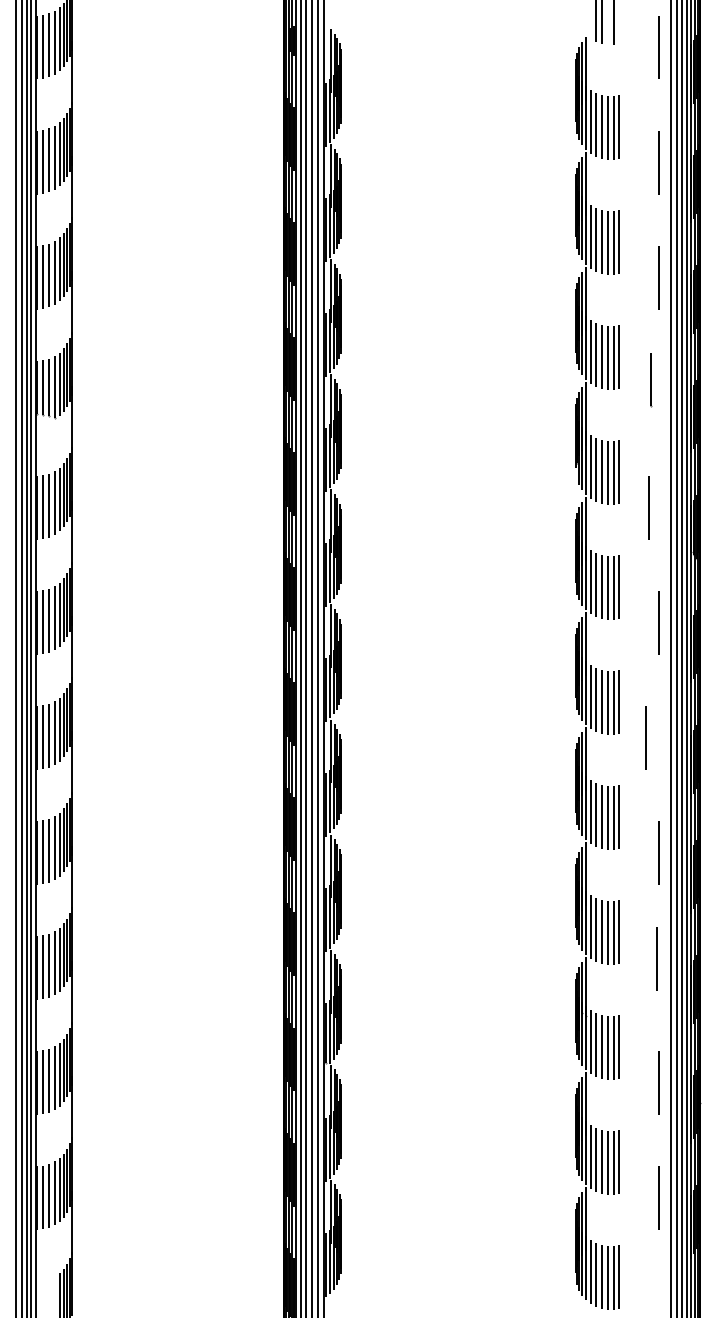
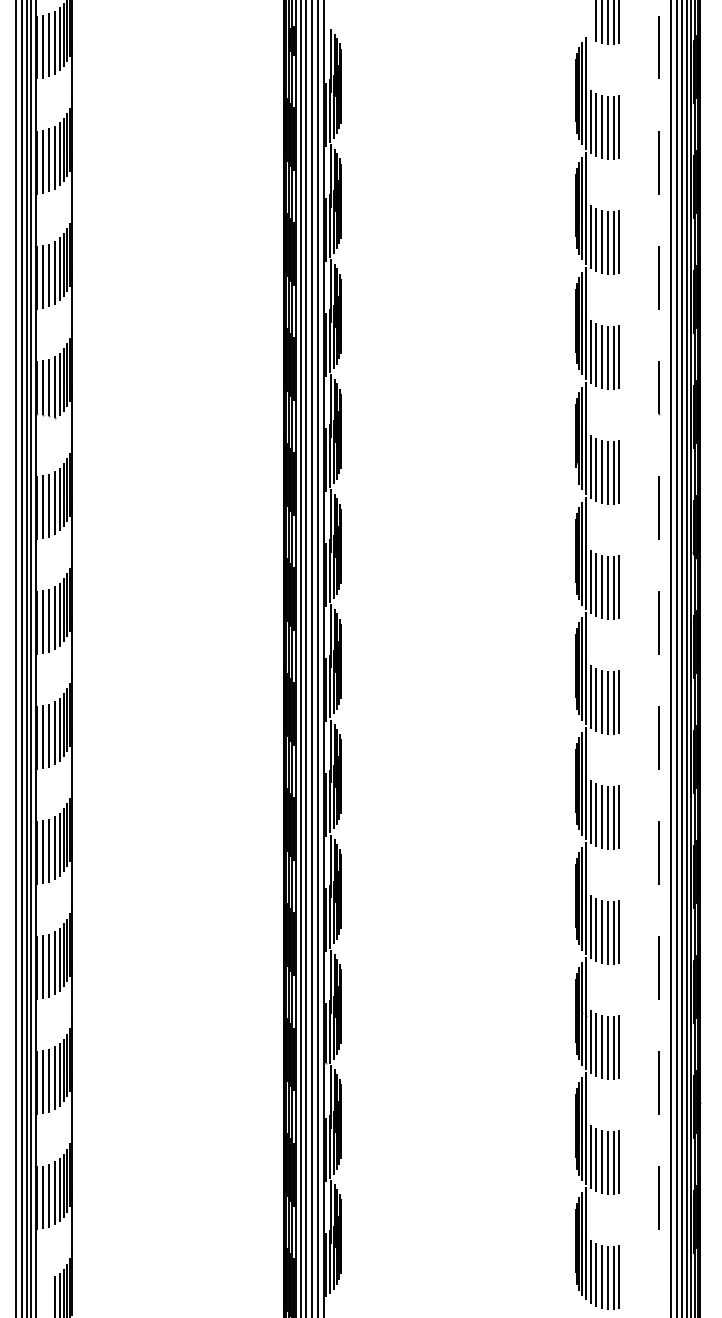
line at (619, 22): none -> present
line at (607, 23): none -> present
line at (651, 380) position: (651, 380) -> (659, 388)
line at (648, 507) position: (648, 507) -> (658, 507)
line at (645, 737) position: (645, 737) -> (658, 737)
line at (656, 958) position: (656, 958) -> (658, 967)
line at (54, 1295): none -> present
